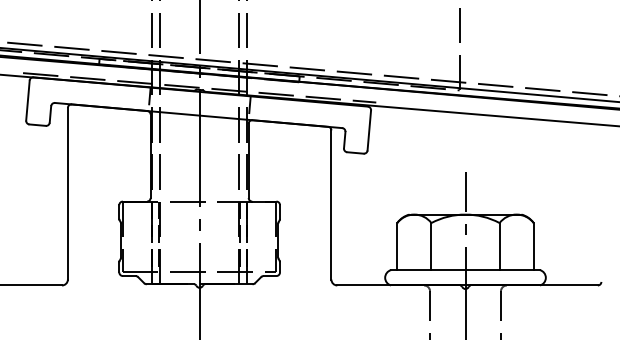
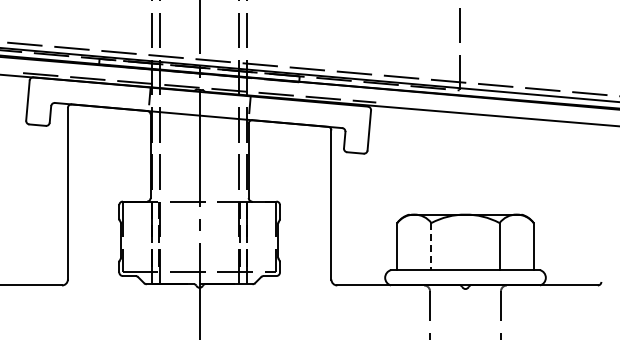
line at (431, 246): solid -> dashed
line at (465, 253): present -> none
